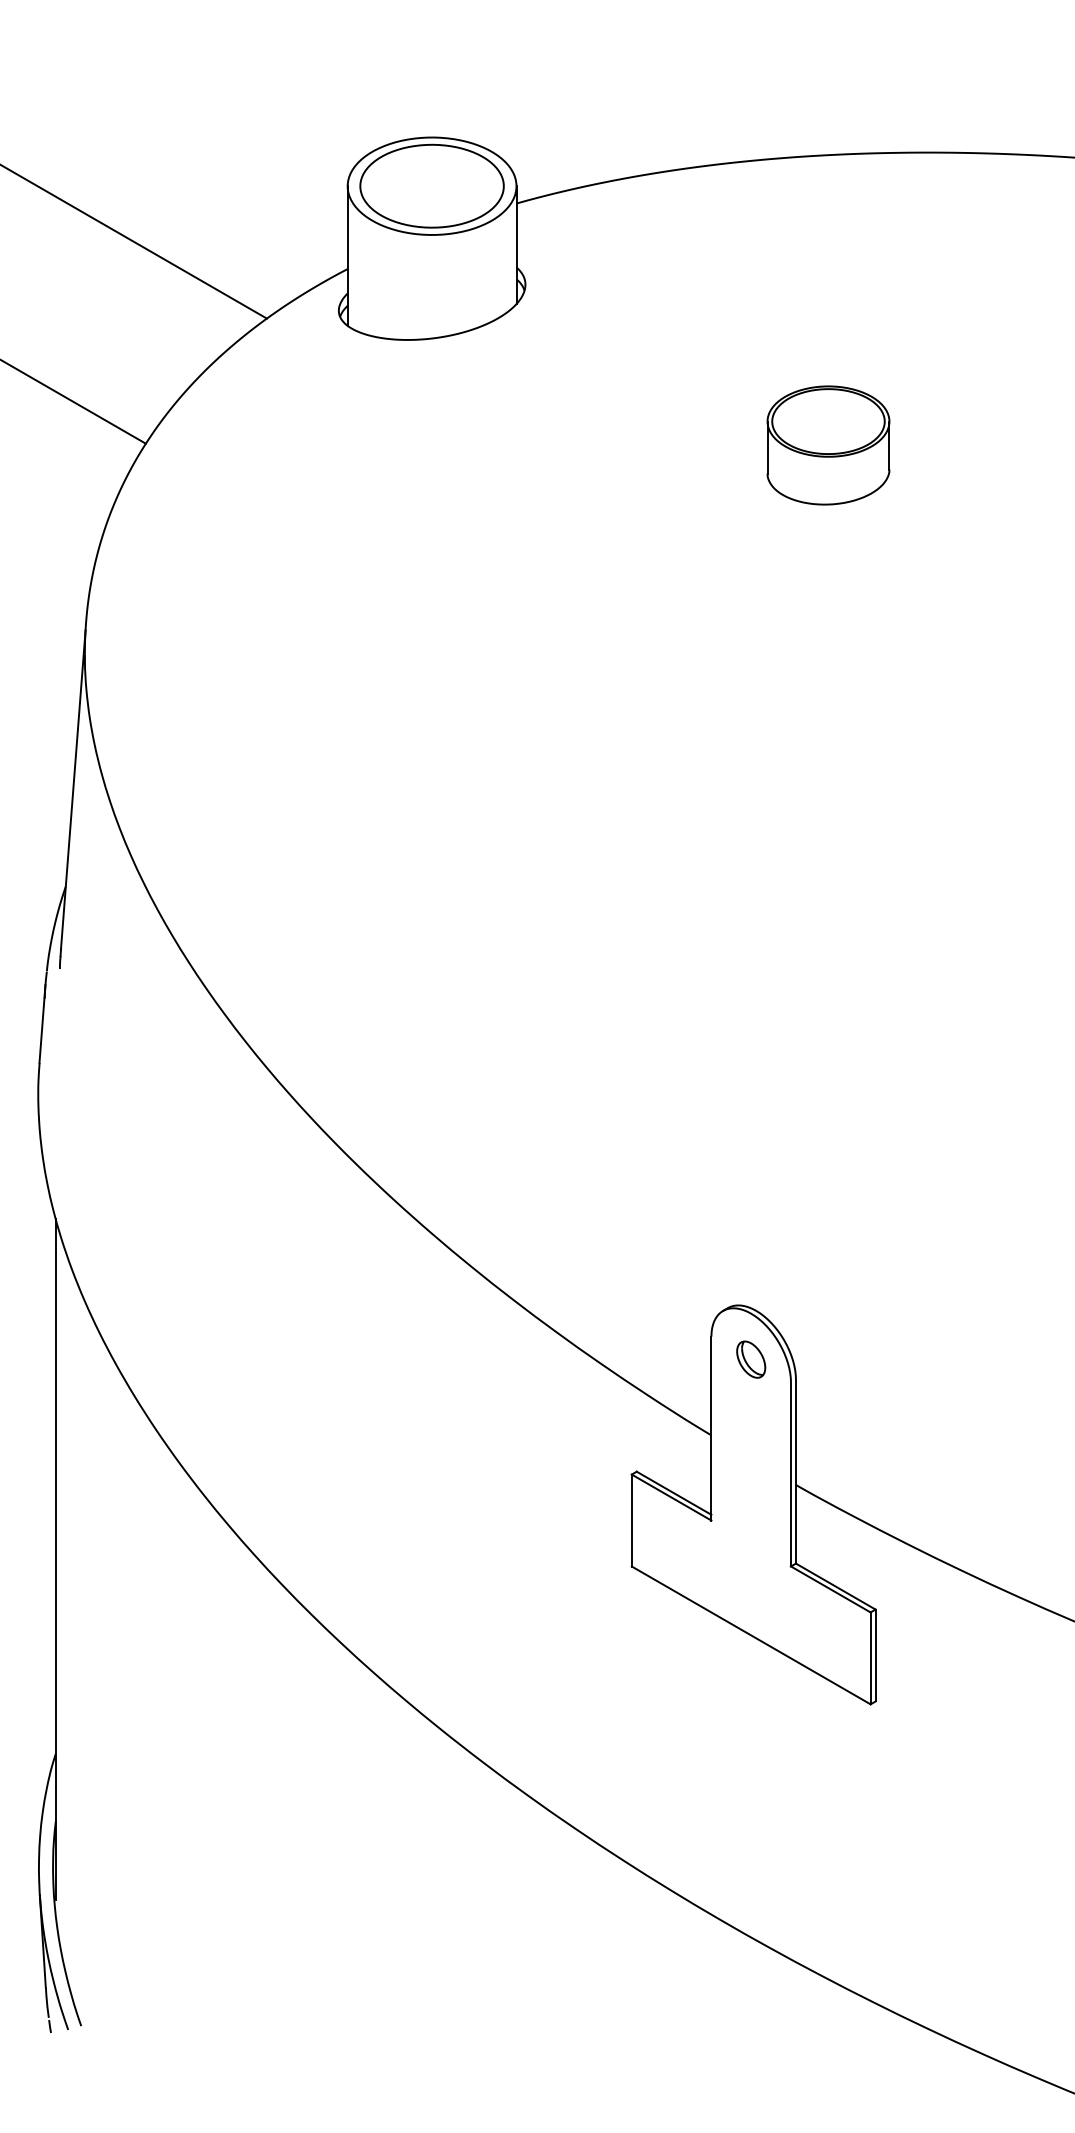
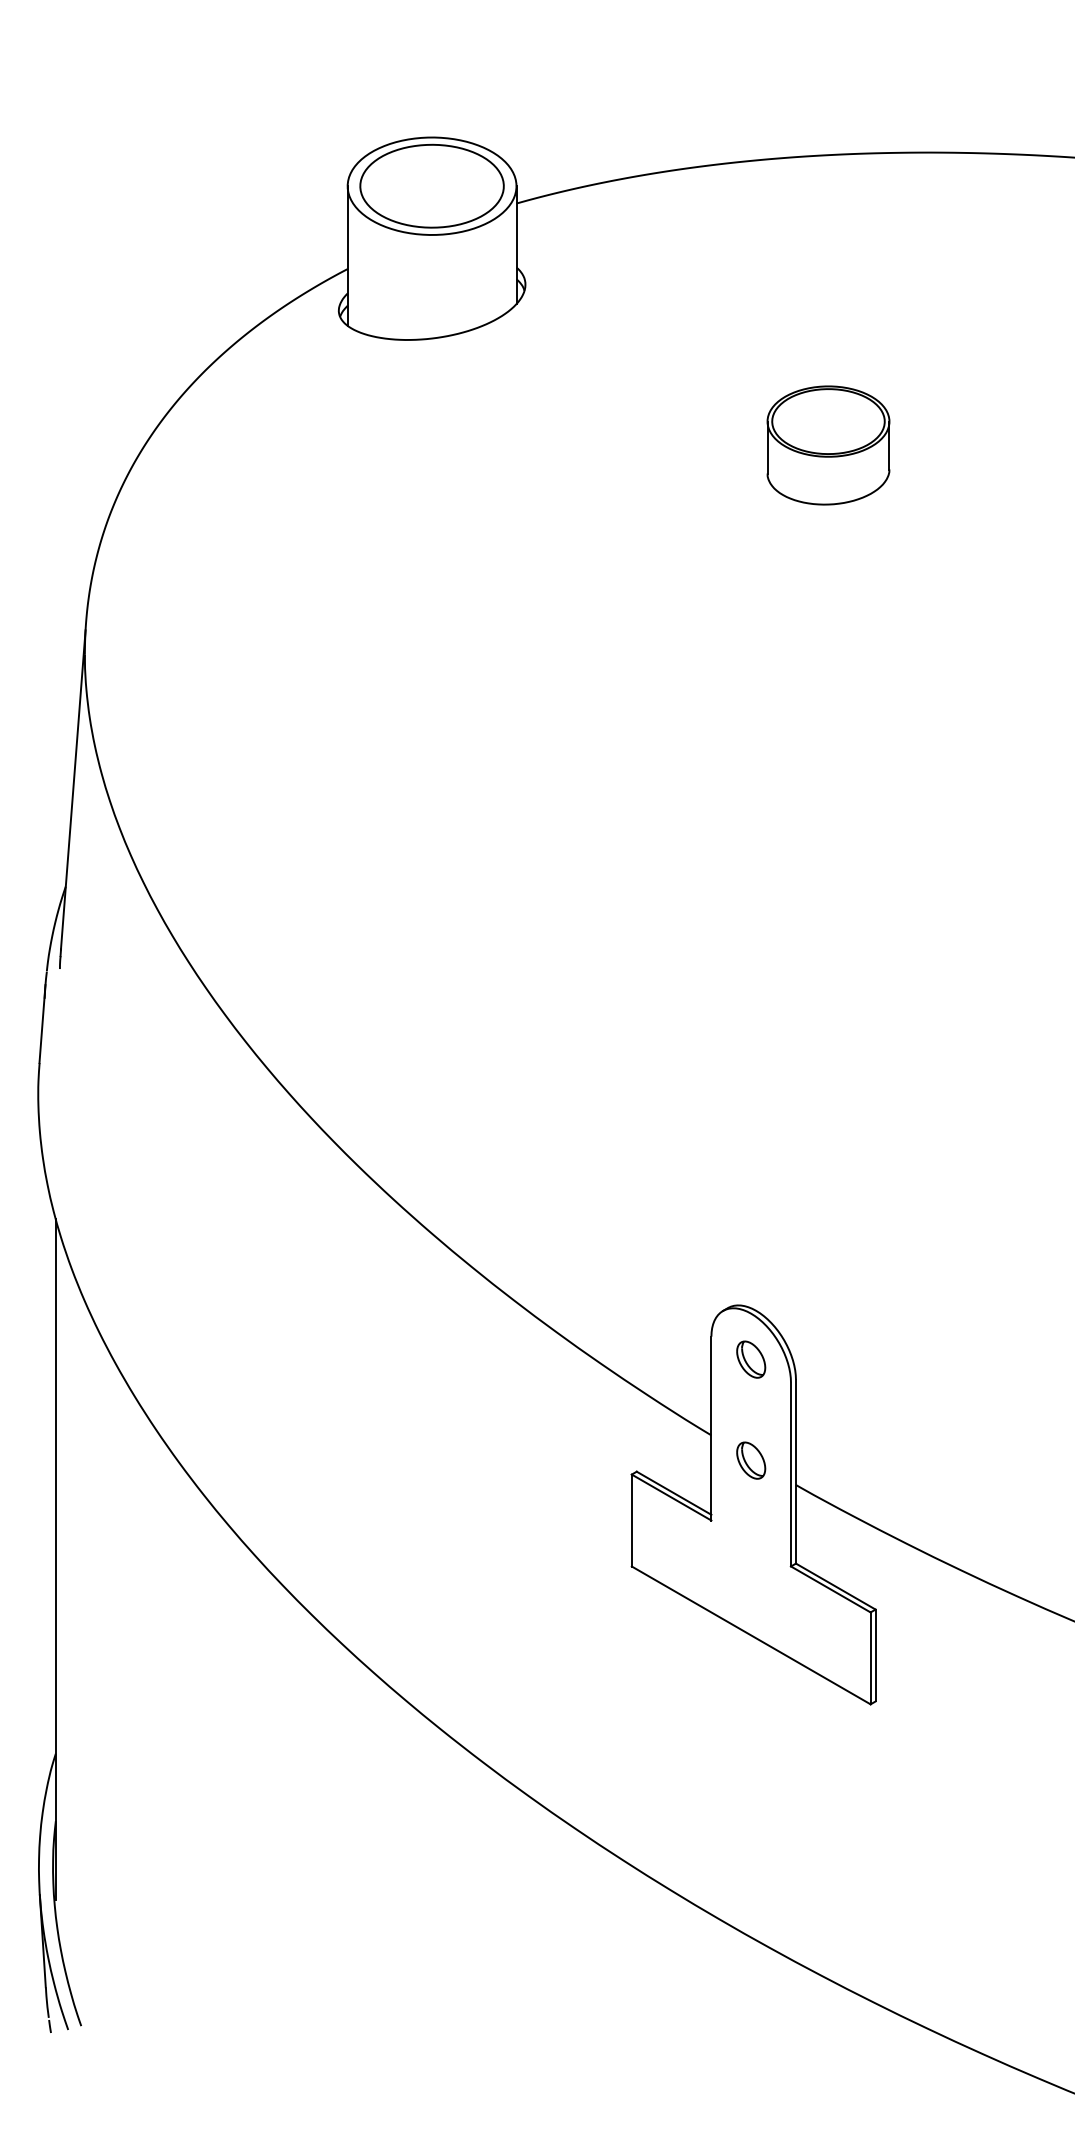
line at (134, 242): present -> none
line at (73, 401): present -> none
part at (751, 1460): none -> present
